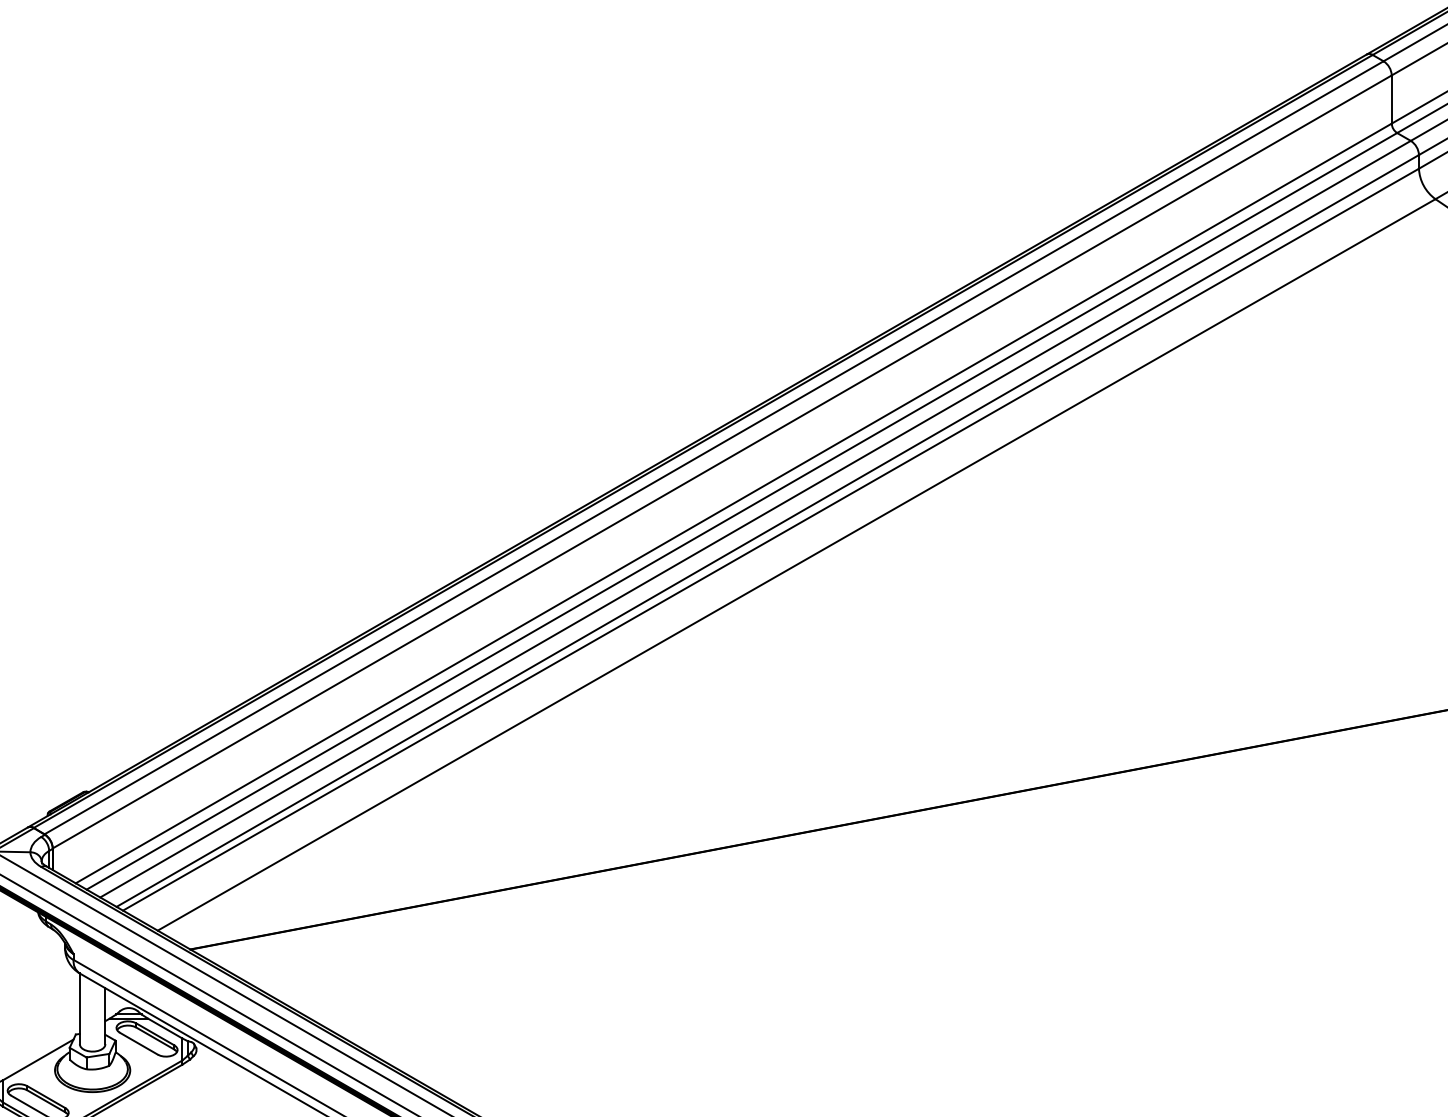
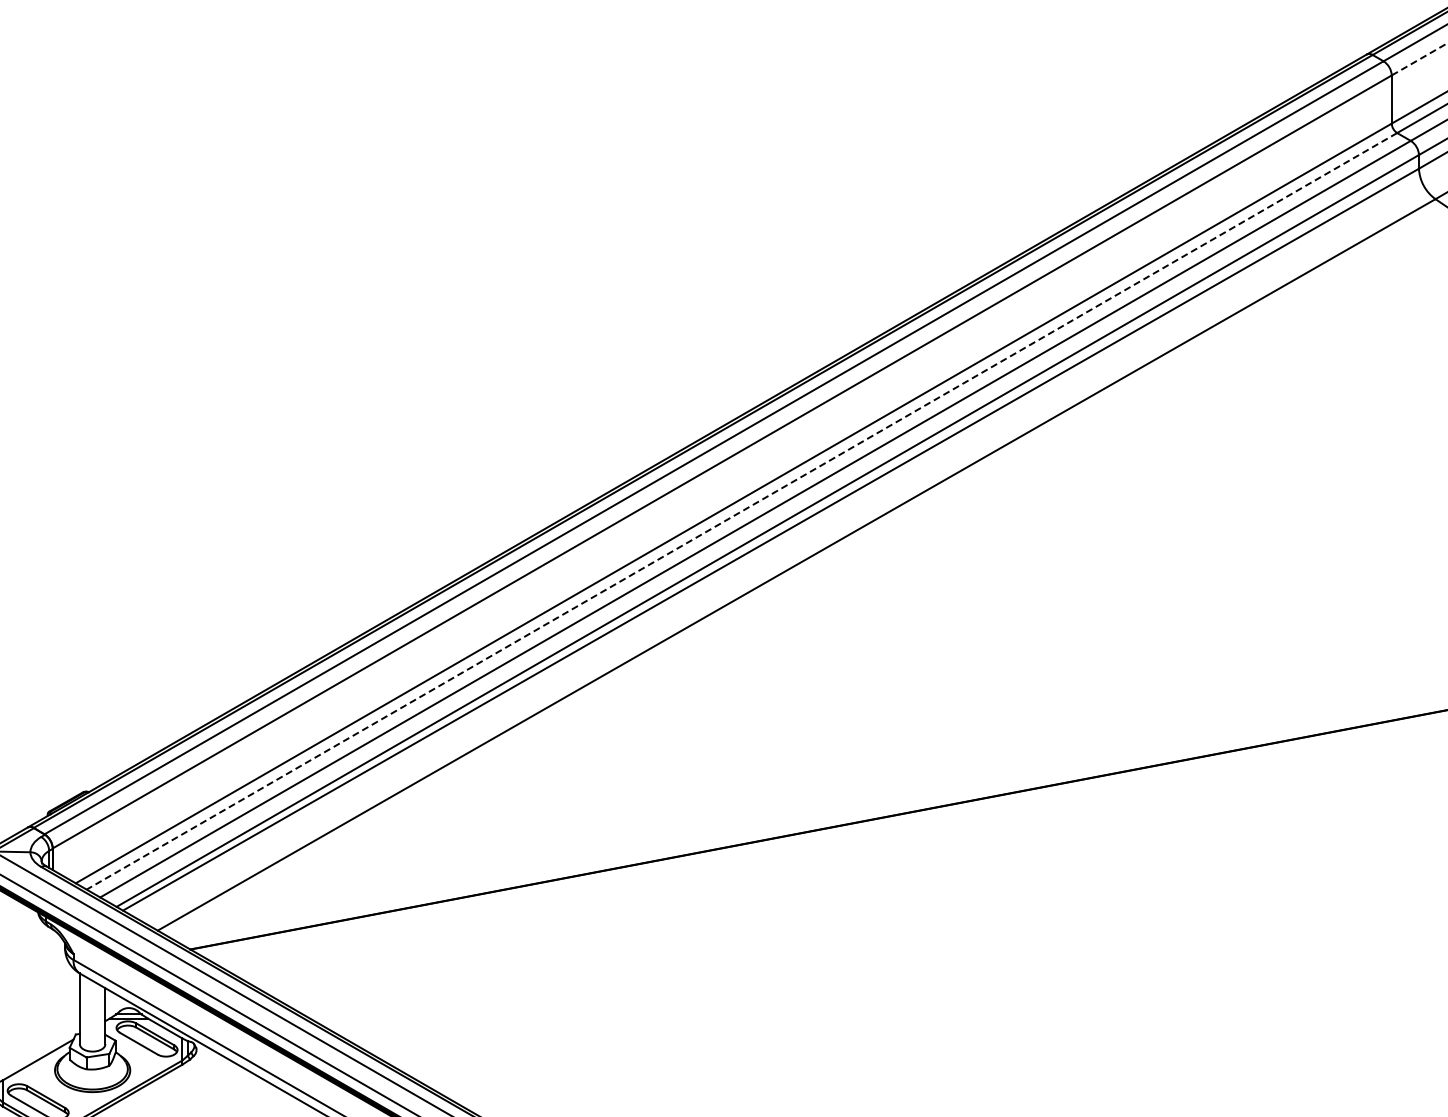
line at (1419, 59): solid -> dashed
line at (741, 511): solid -> dashed
